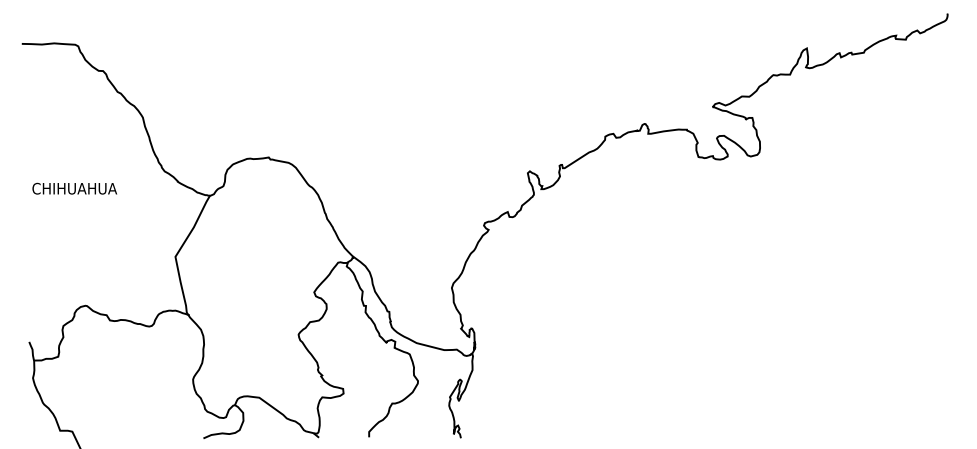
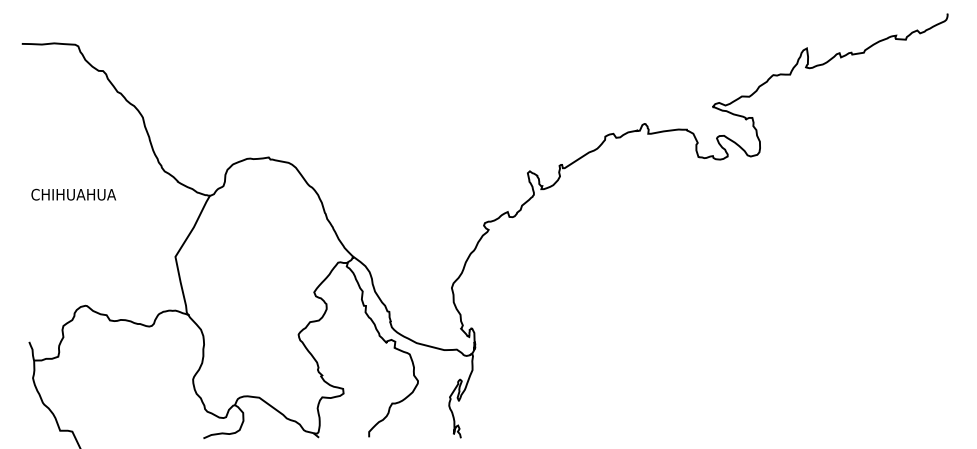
text at (74, 188) position: (74, 188) -> (73, 194)
